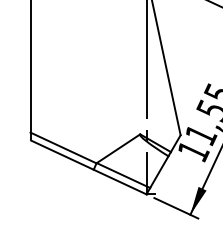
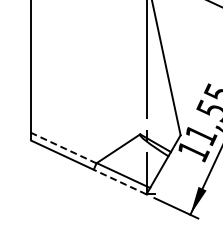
line at (64, 148): solid -> dashed
line at (119, 181): solid -> dashed
